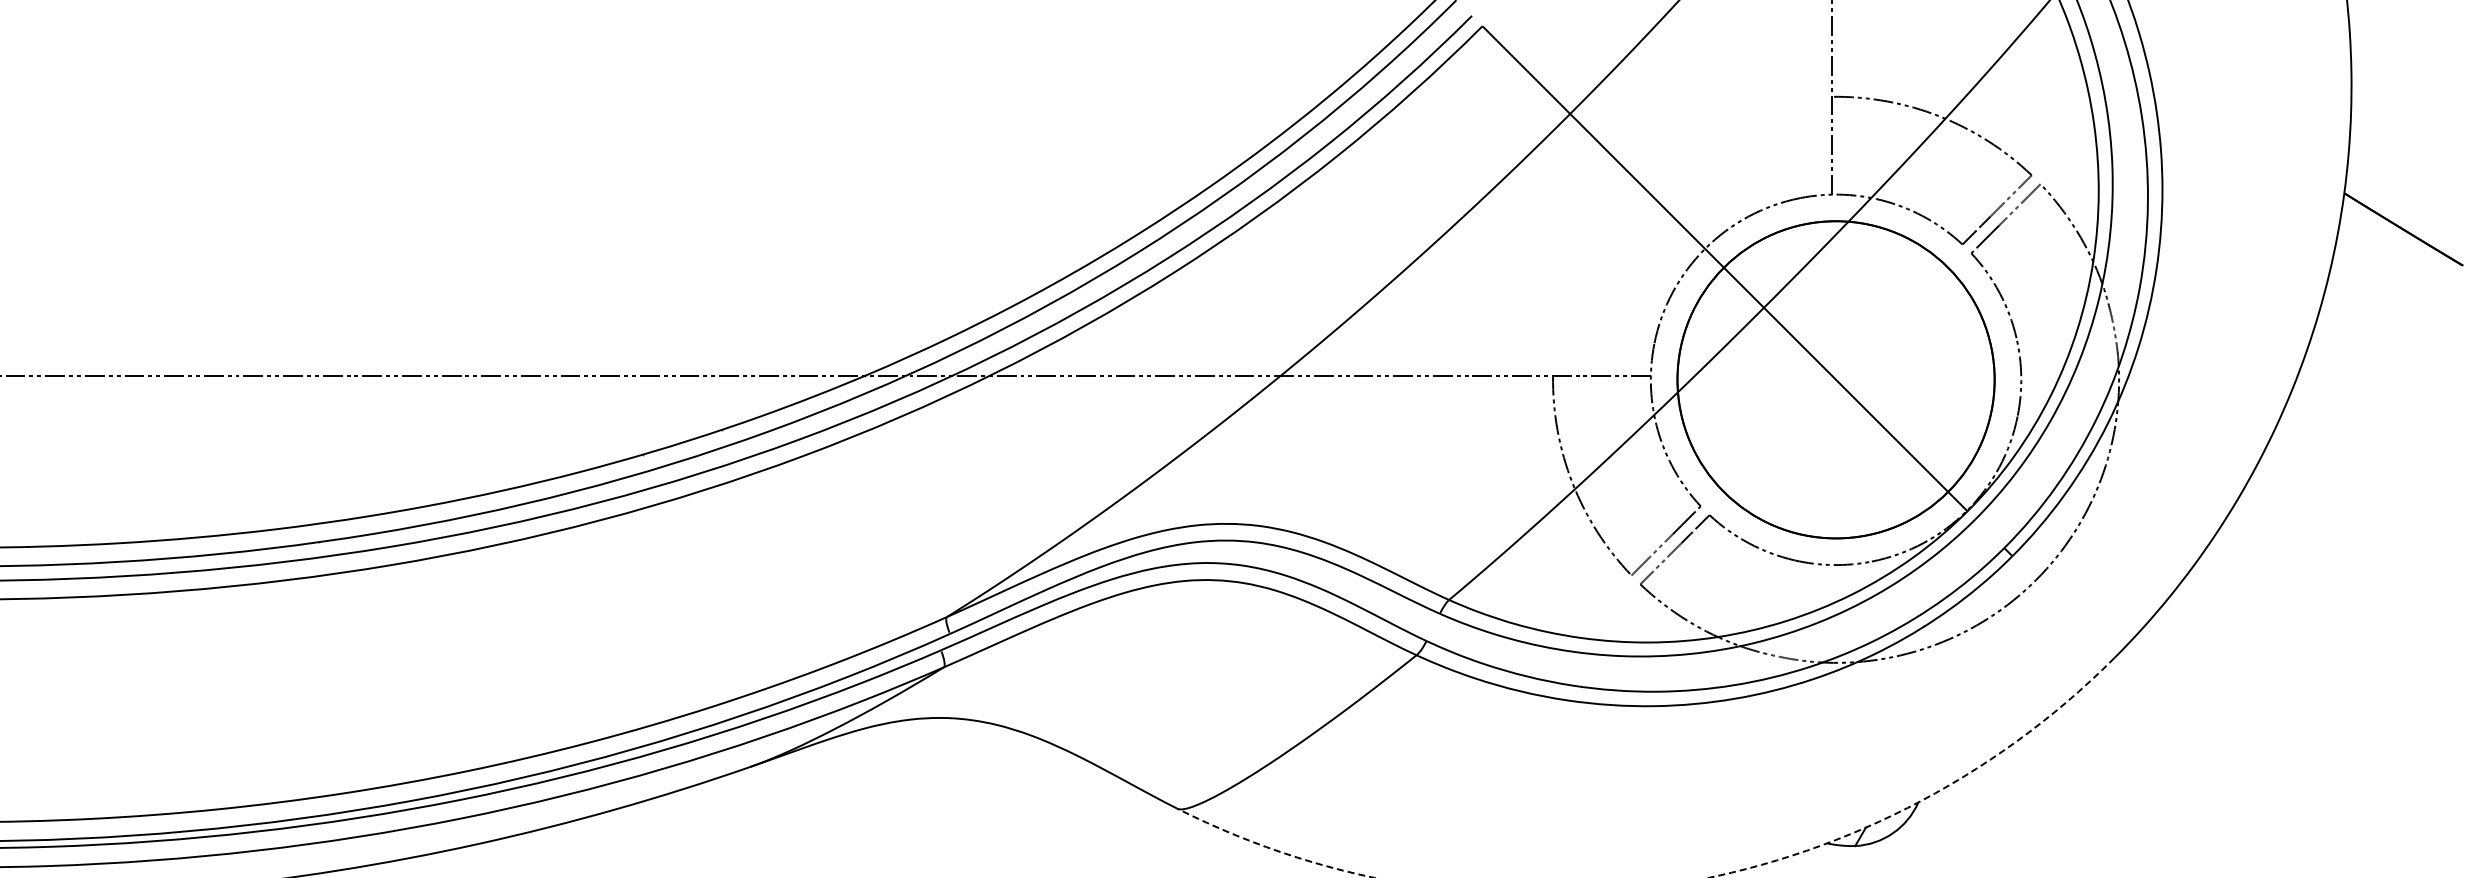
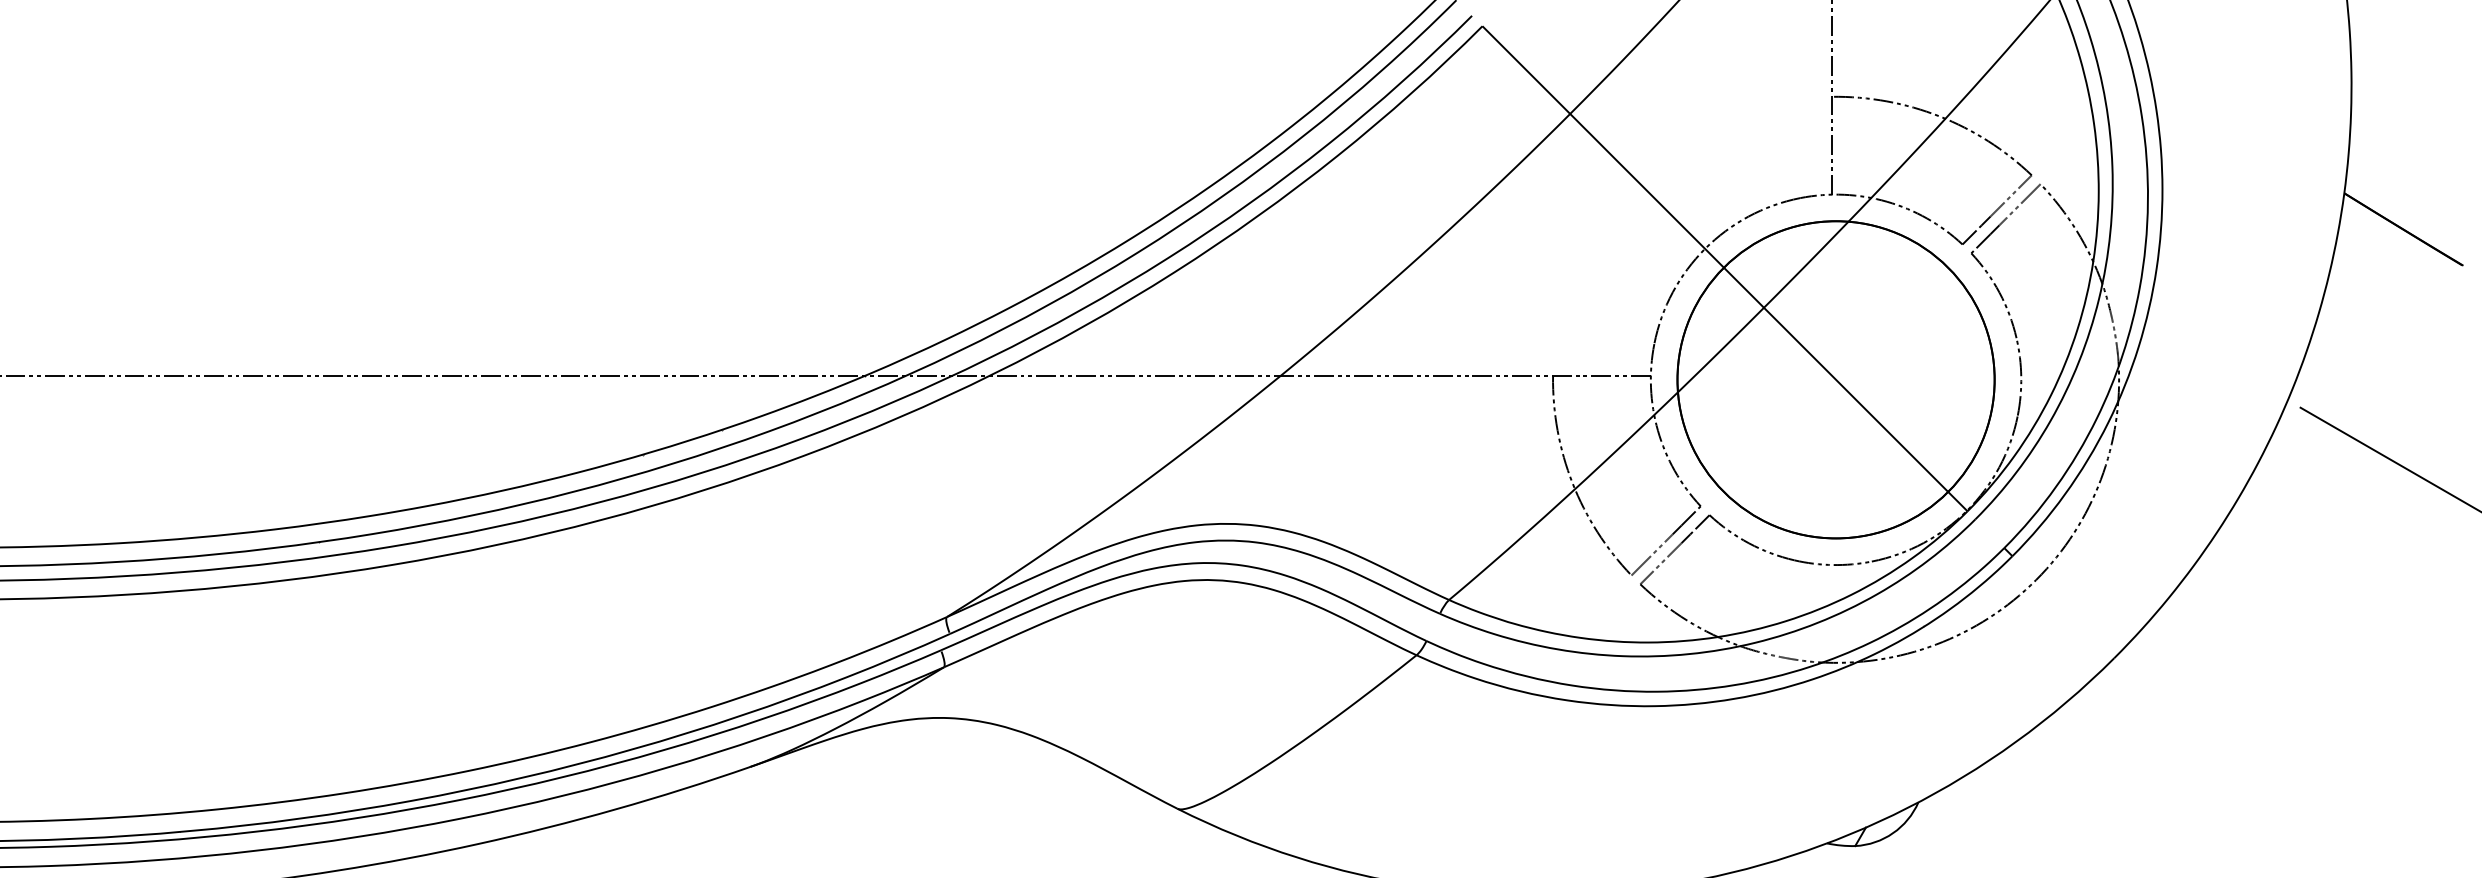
line at (2389, 458): none -> present
arc at (1831, 841): dashed -> solid
